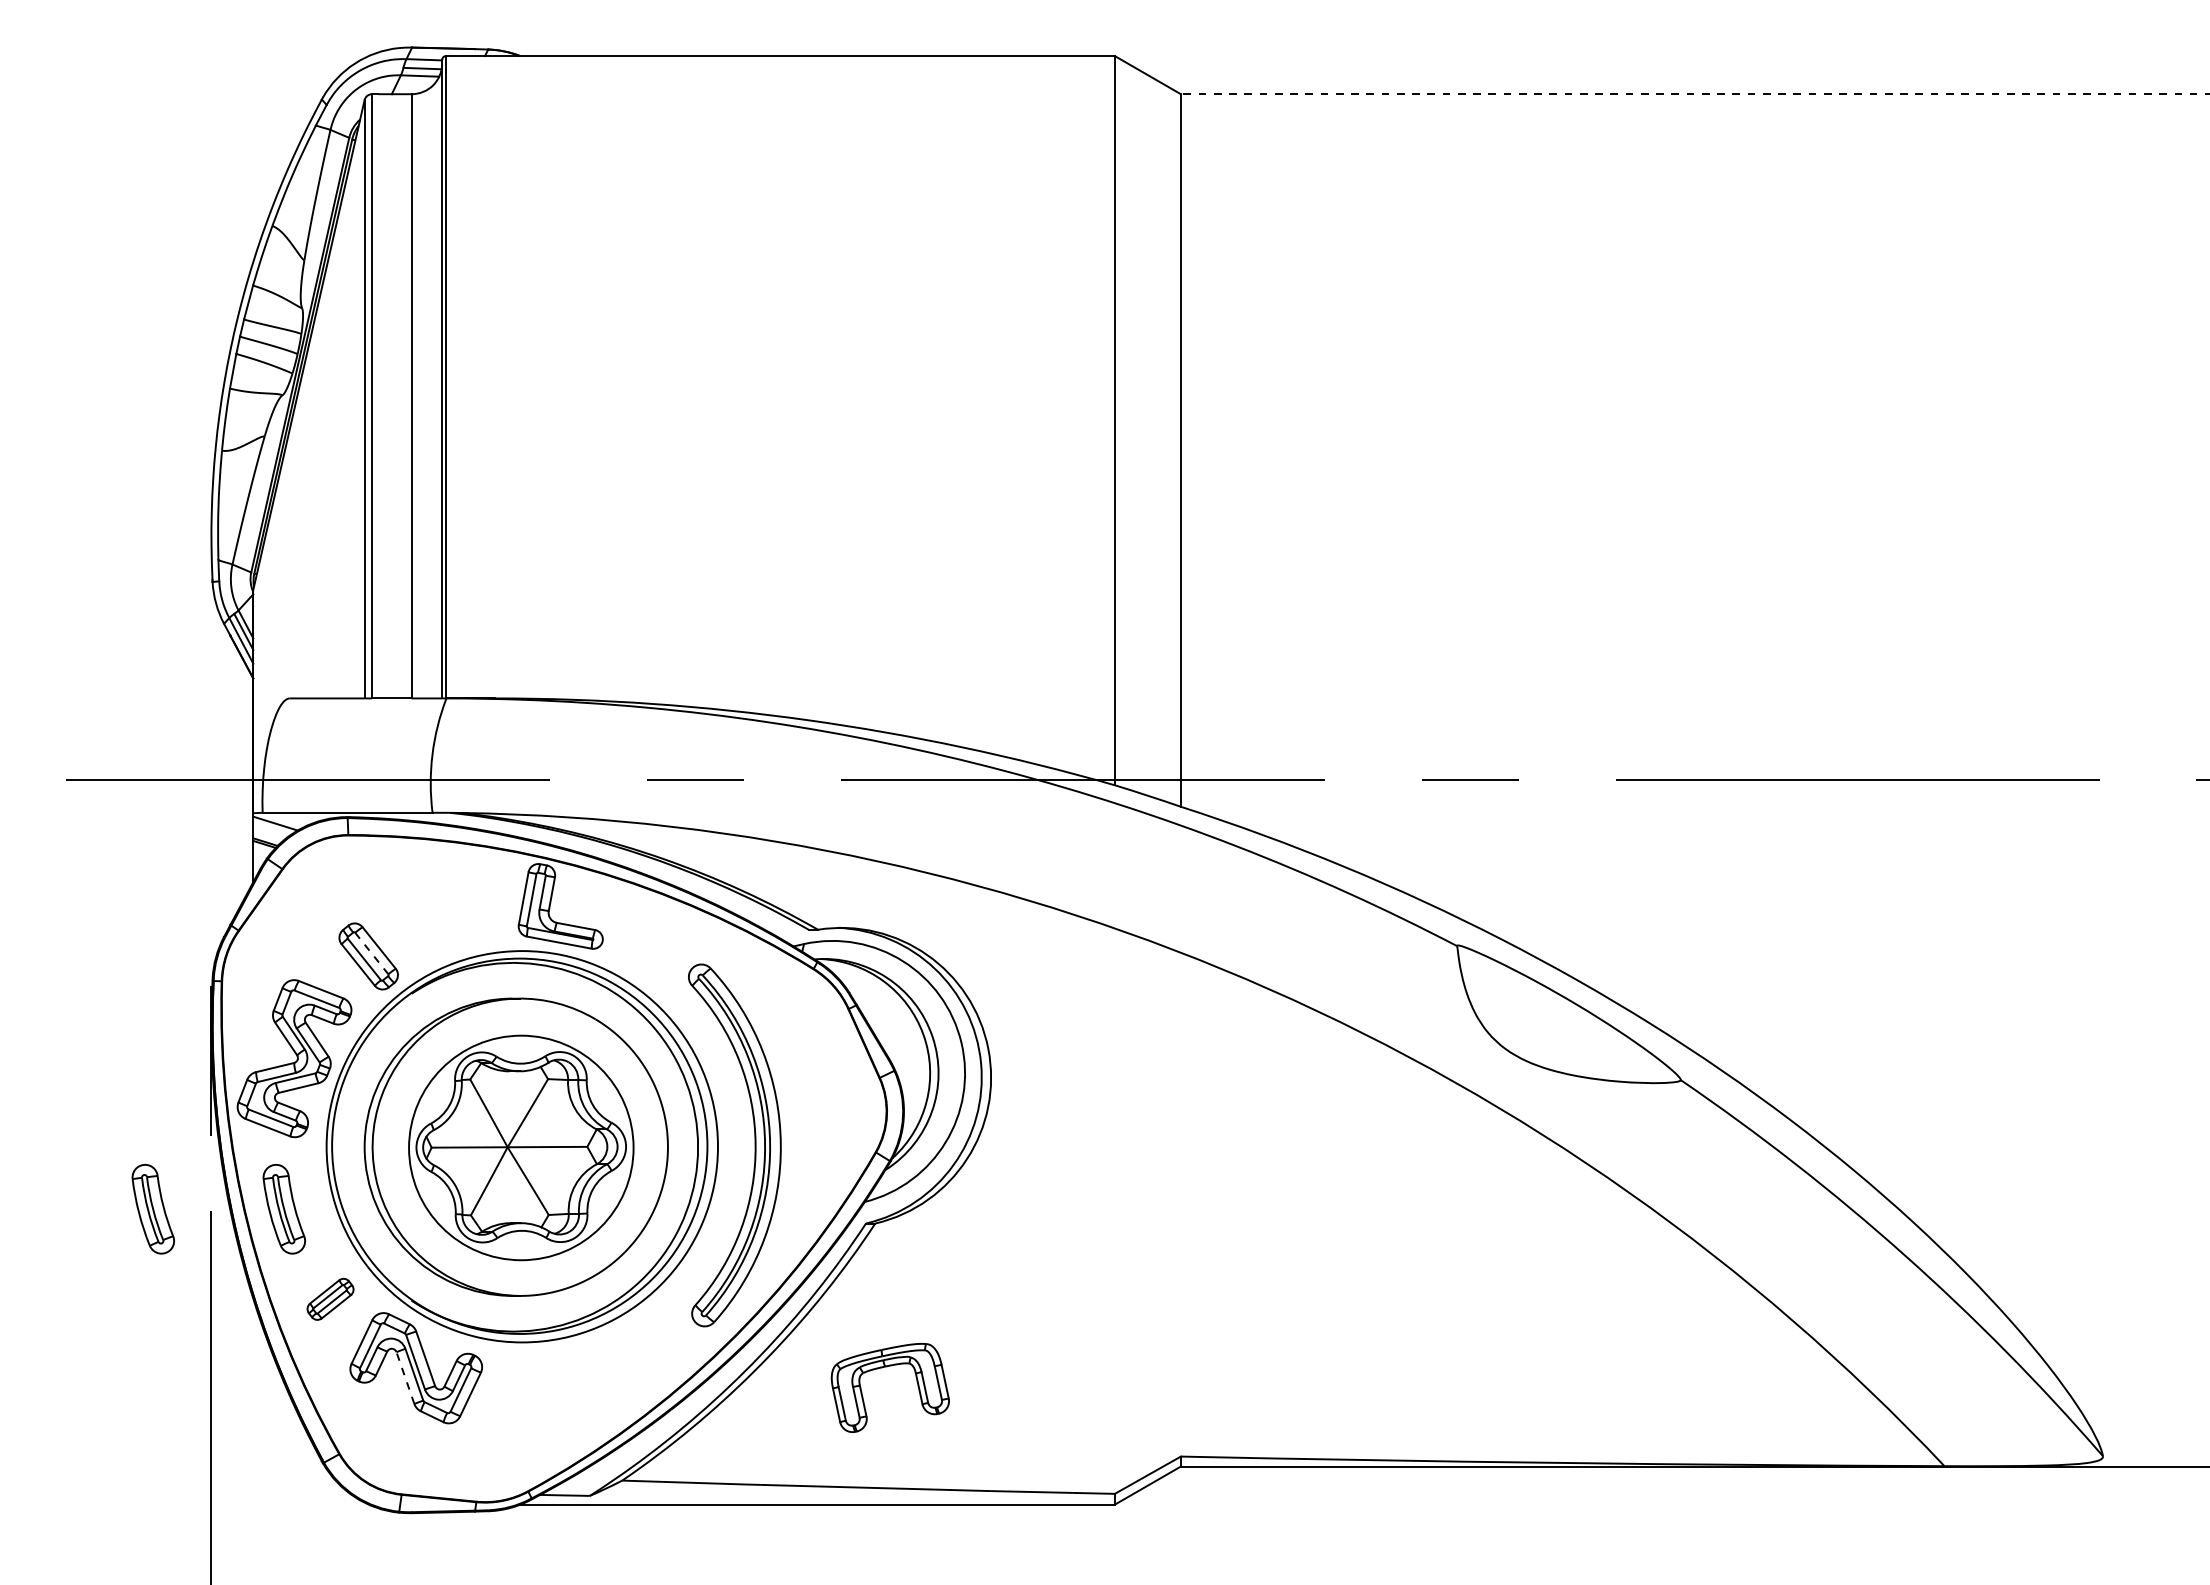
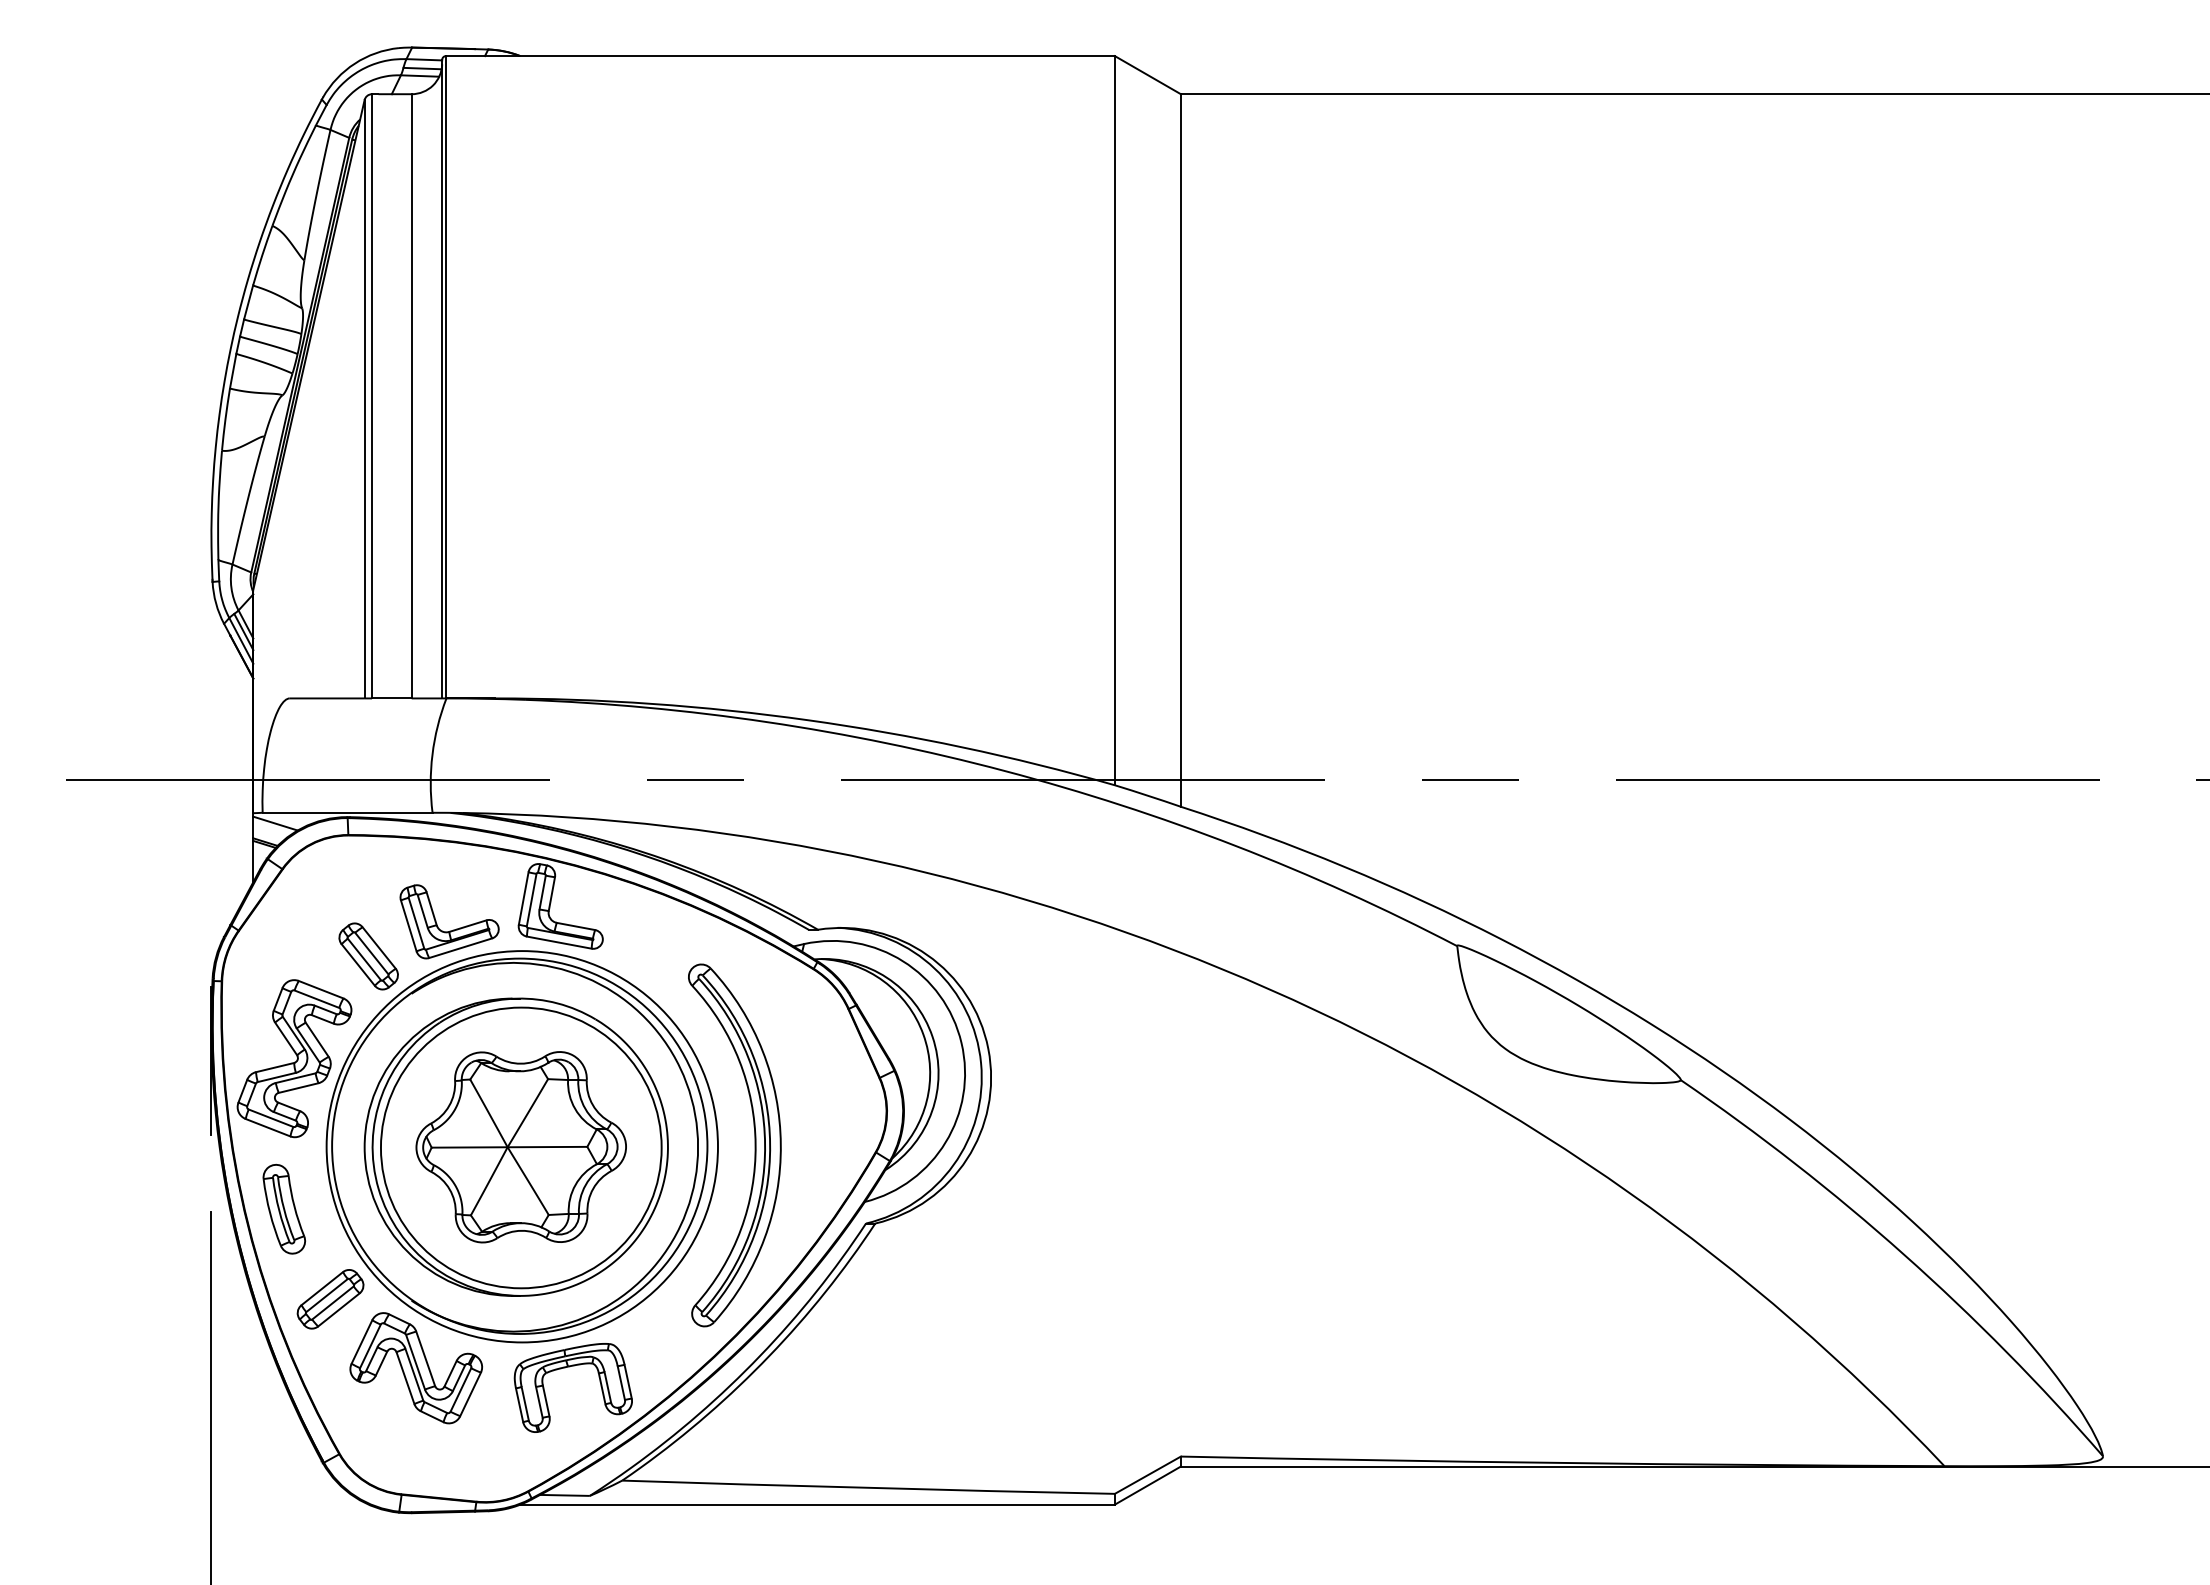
line at (1694, 94): dashed -> solid
part at (453, 929): none -> present
line at (371, 953): dashed -> solid
circle at (521, 1147) diameter: 225 px -> 281 px
part at (152, 1208): present -> none
part at (330, 1298) size: 49x44 px -> 69x61 px
part at (886, 1367) position: (886, 1367) -> (569, 1367)
line at (405, 1377): dashed -> solid
